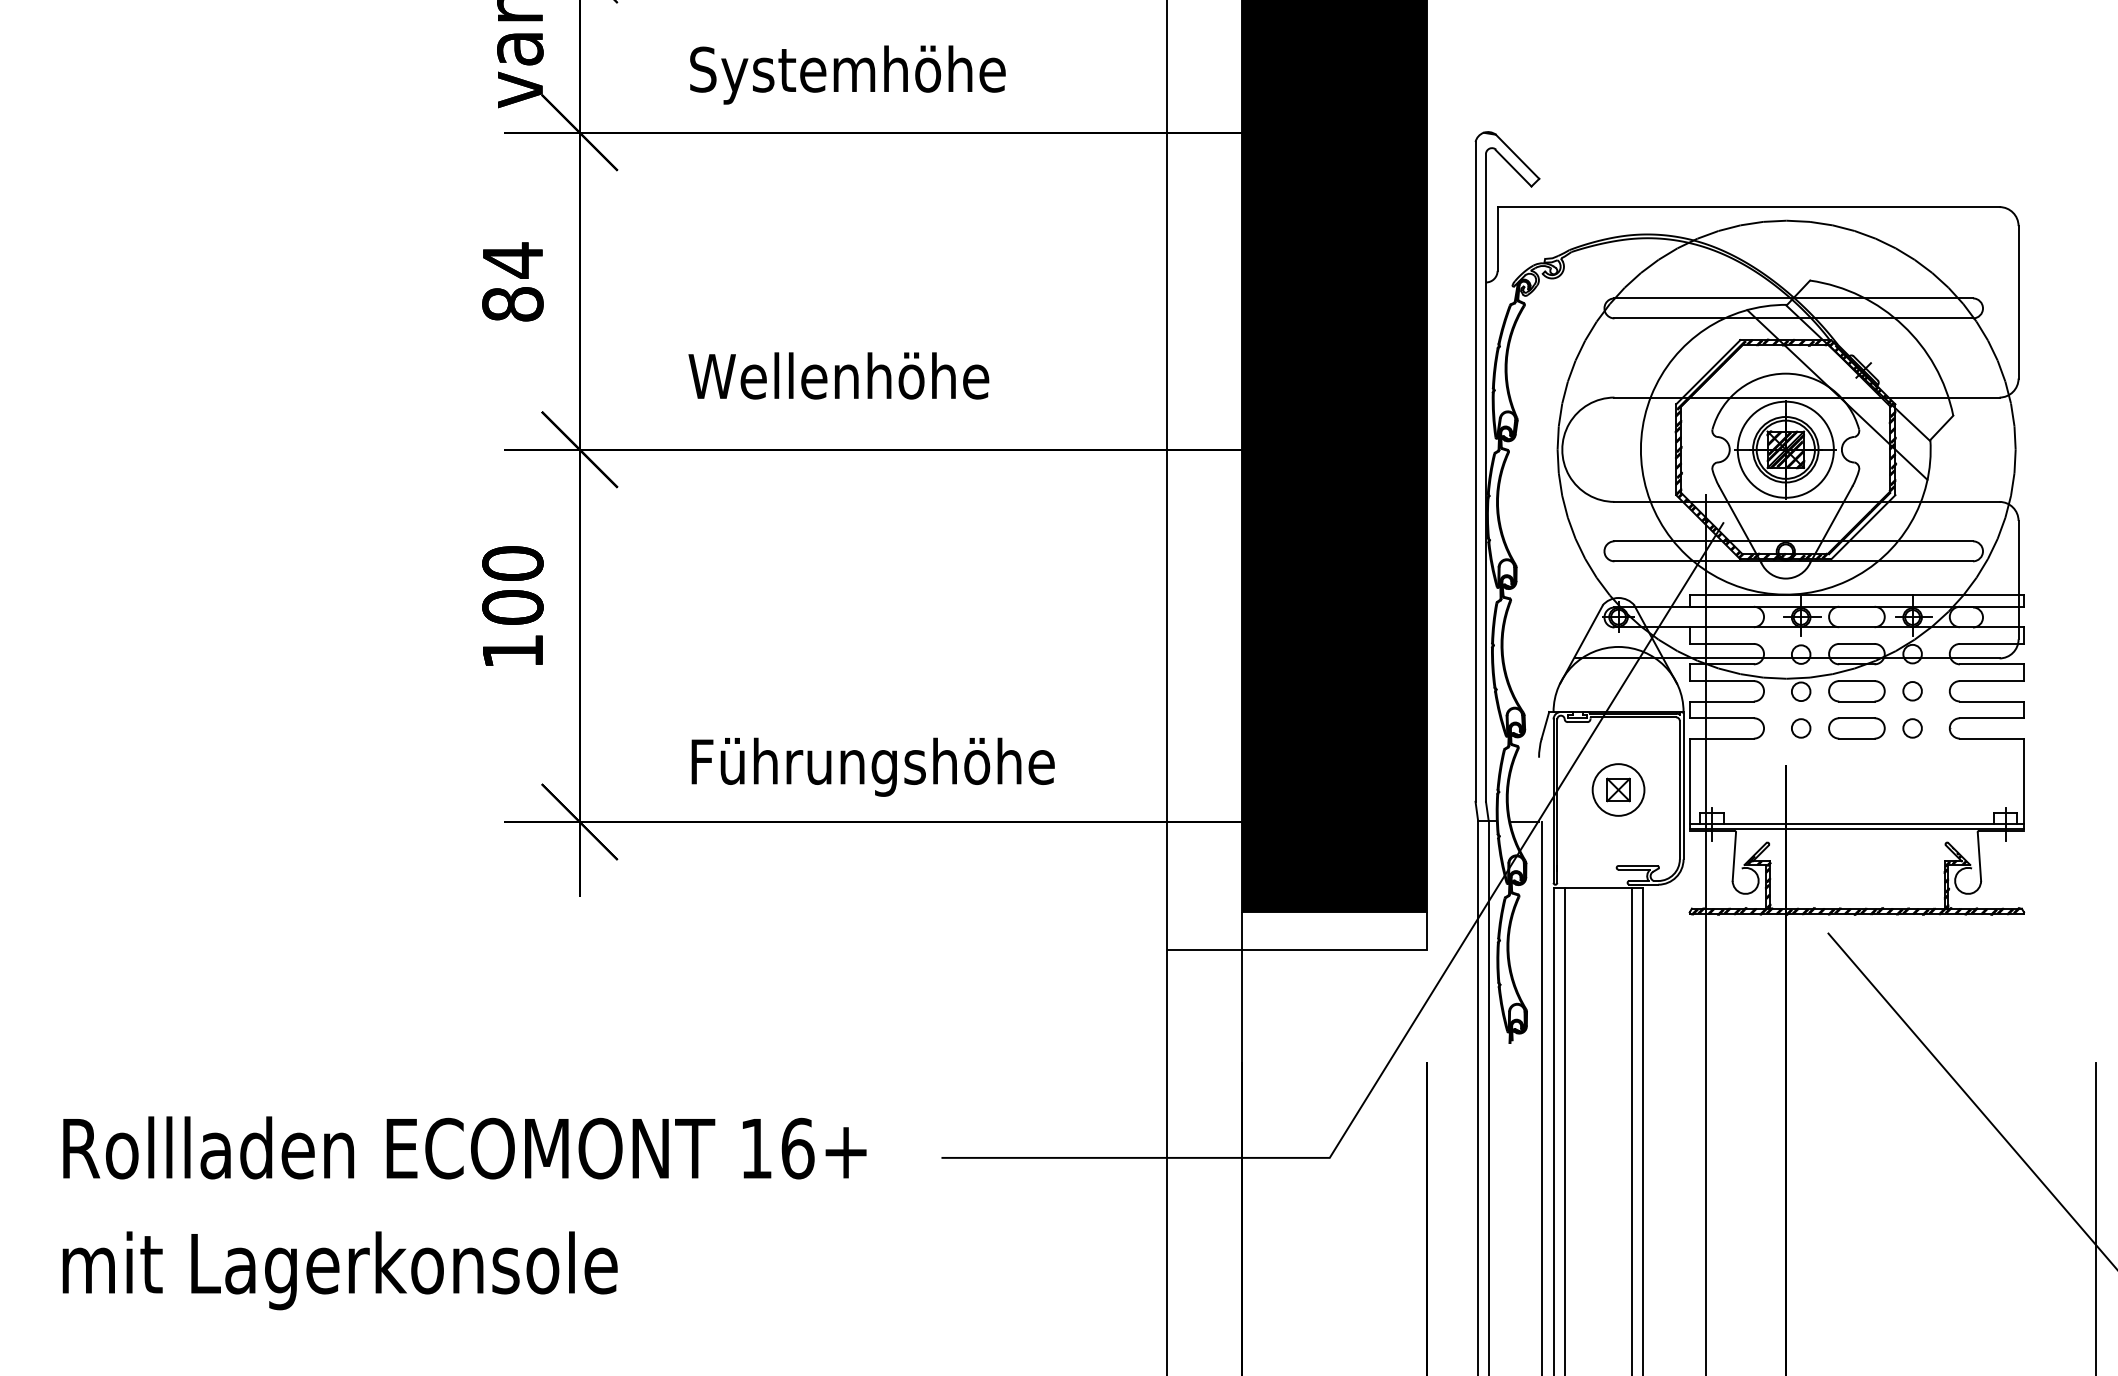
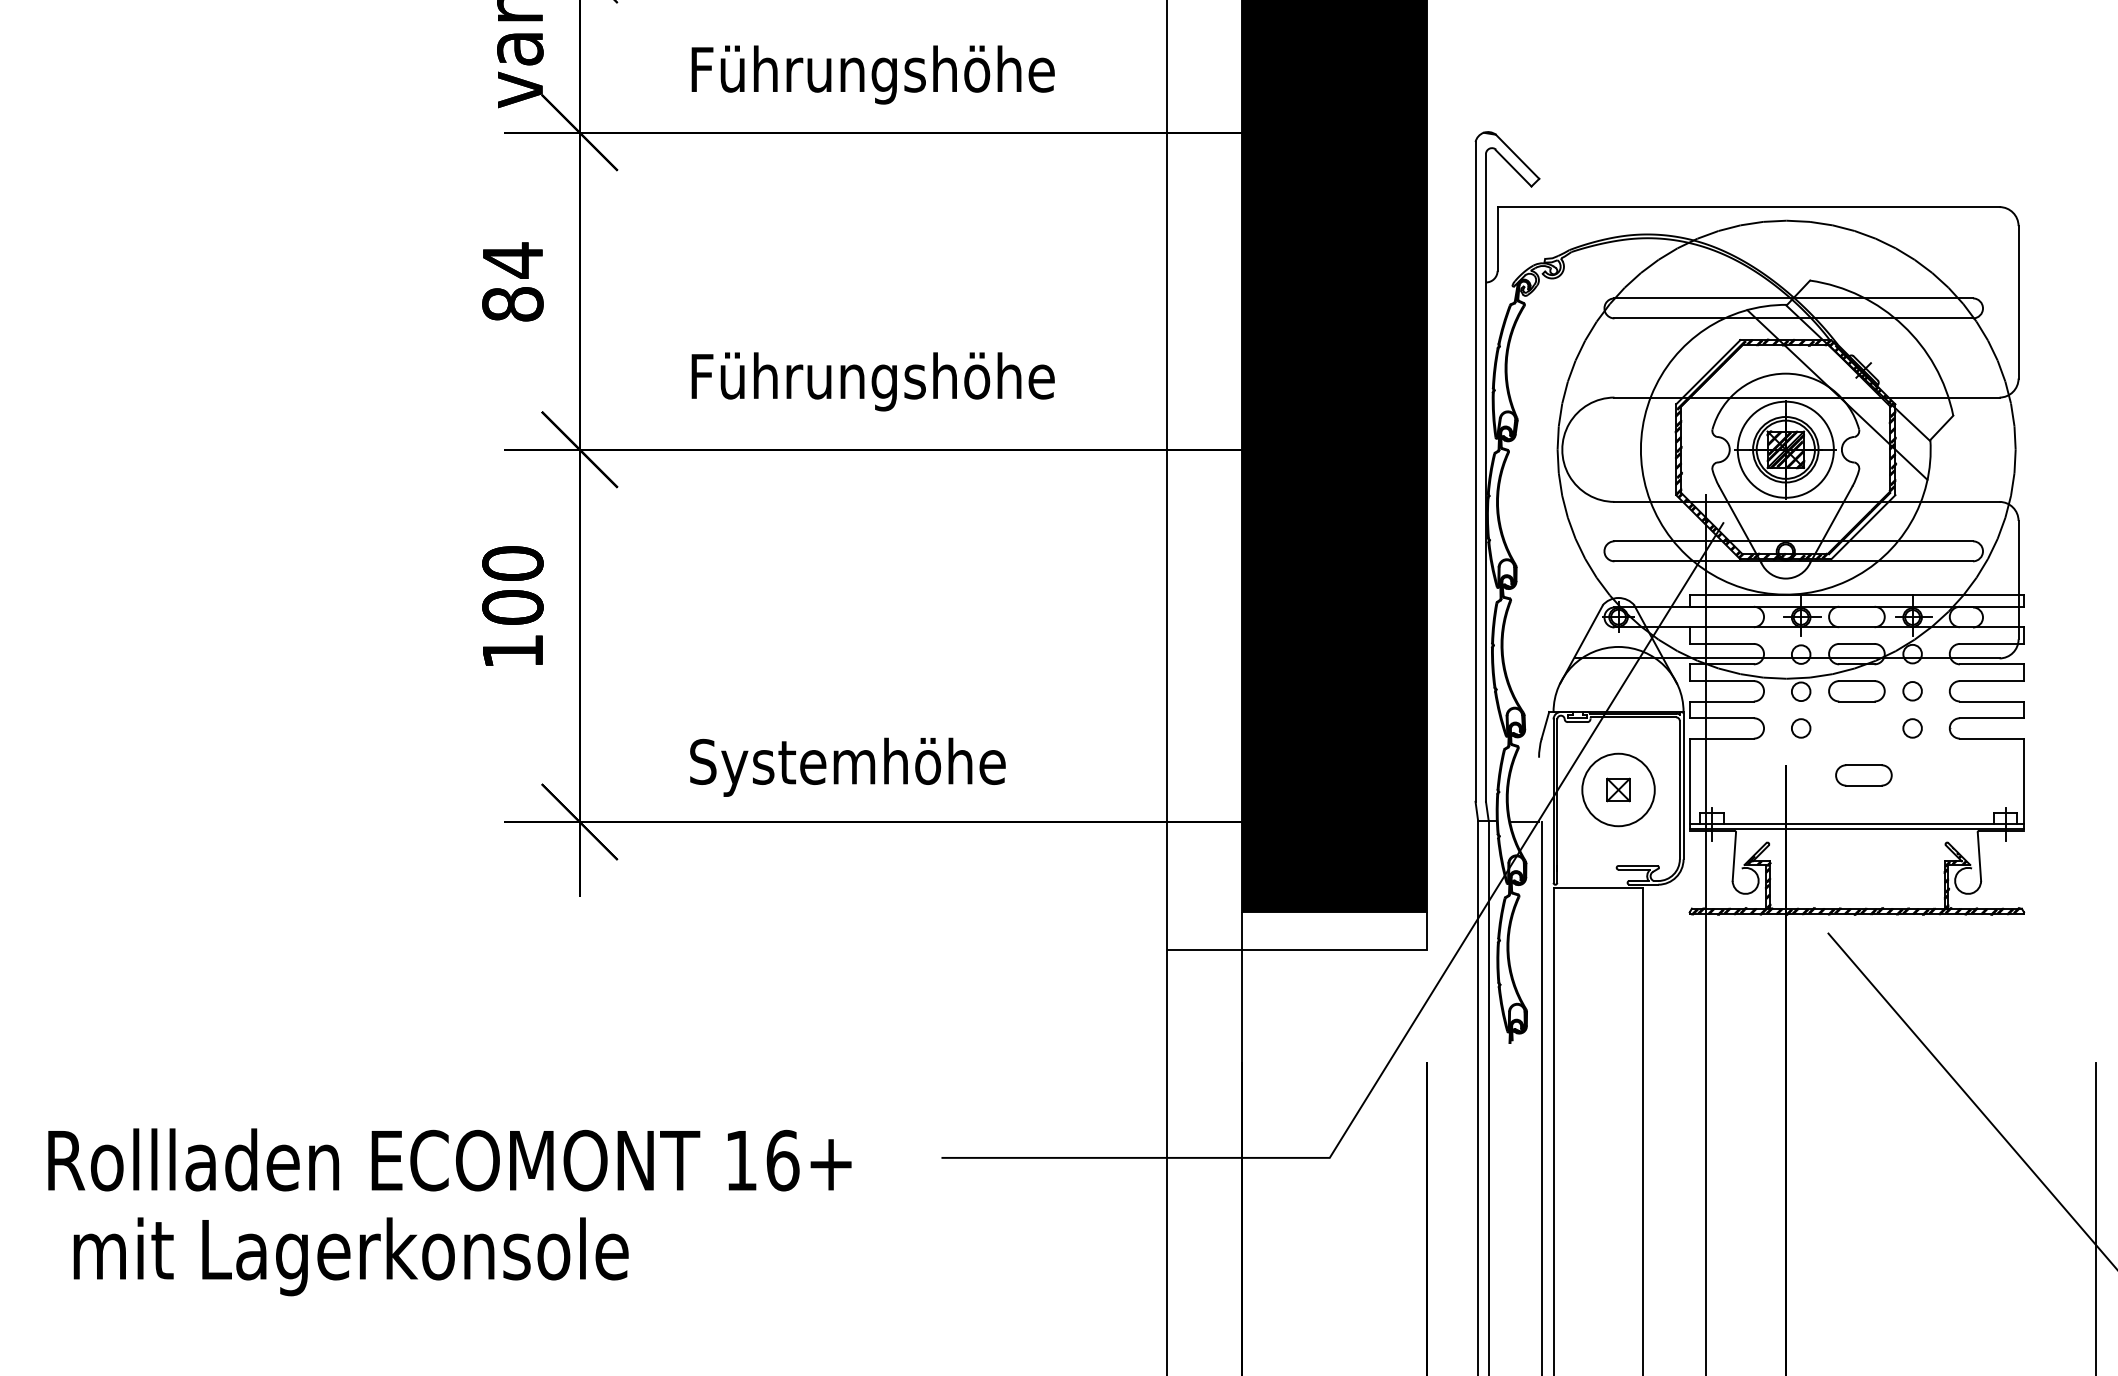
text at (872, 74): Systemhöhe -> Führungshöhe
text at (871, 381): Wellenhöhe -> Führungshöhe
part at (1856, 728) position: (1856, 728) -> (1863, 775)
text at (872, 766): Führungshöhe -> Systemhöhe
circle at (1618, 789) diameter: 52 px -> 72 px
line at (1564, 1129): present -> none
line at (1631, 1129): present -> none
text at (464, 1147) position: (464, 1147) -> (449, 1159)
text at (339, 1270) position: (339, 1270) -> (350, 1256)
